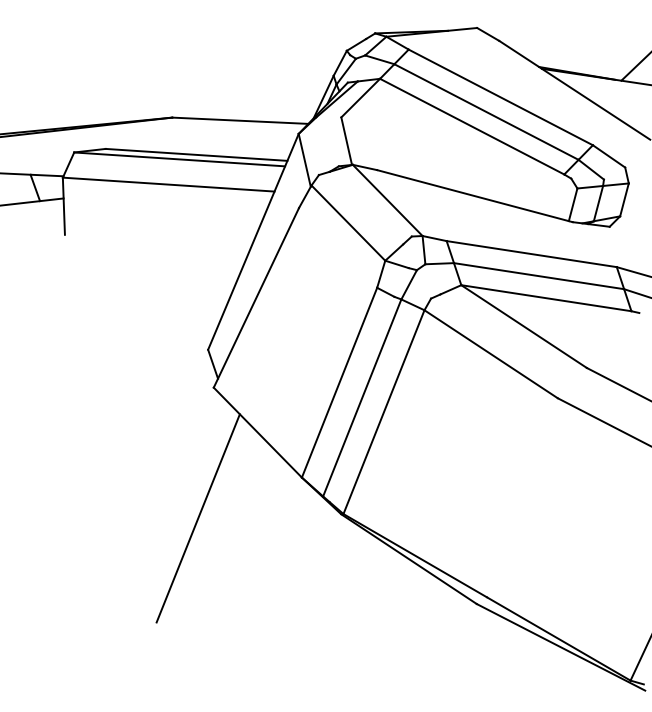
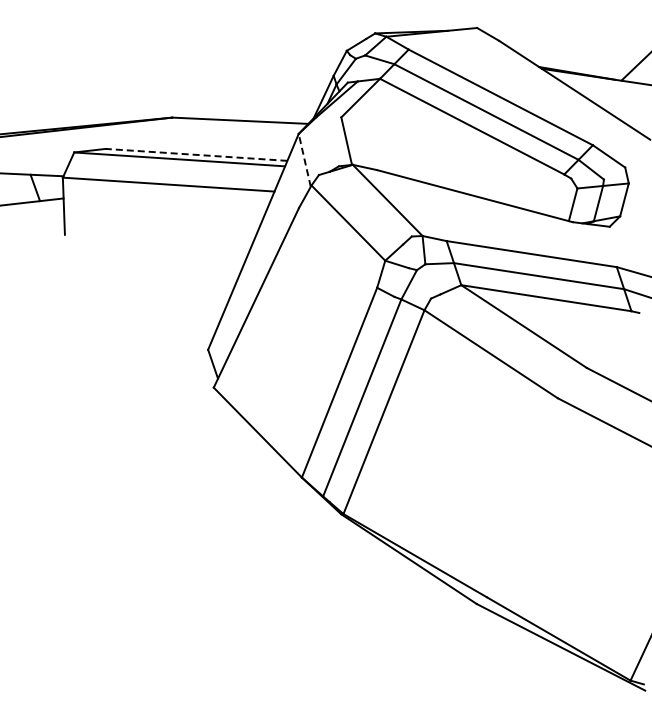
line at (196, 154): solid -> dashed
line at (304, 159): solid -> dashed
line at (197, 518): present -> none
